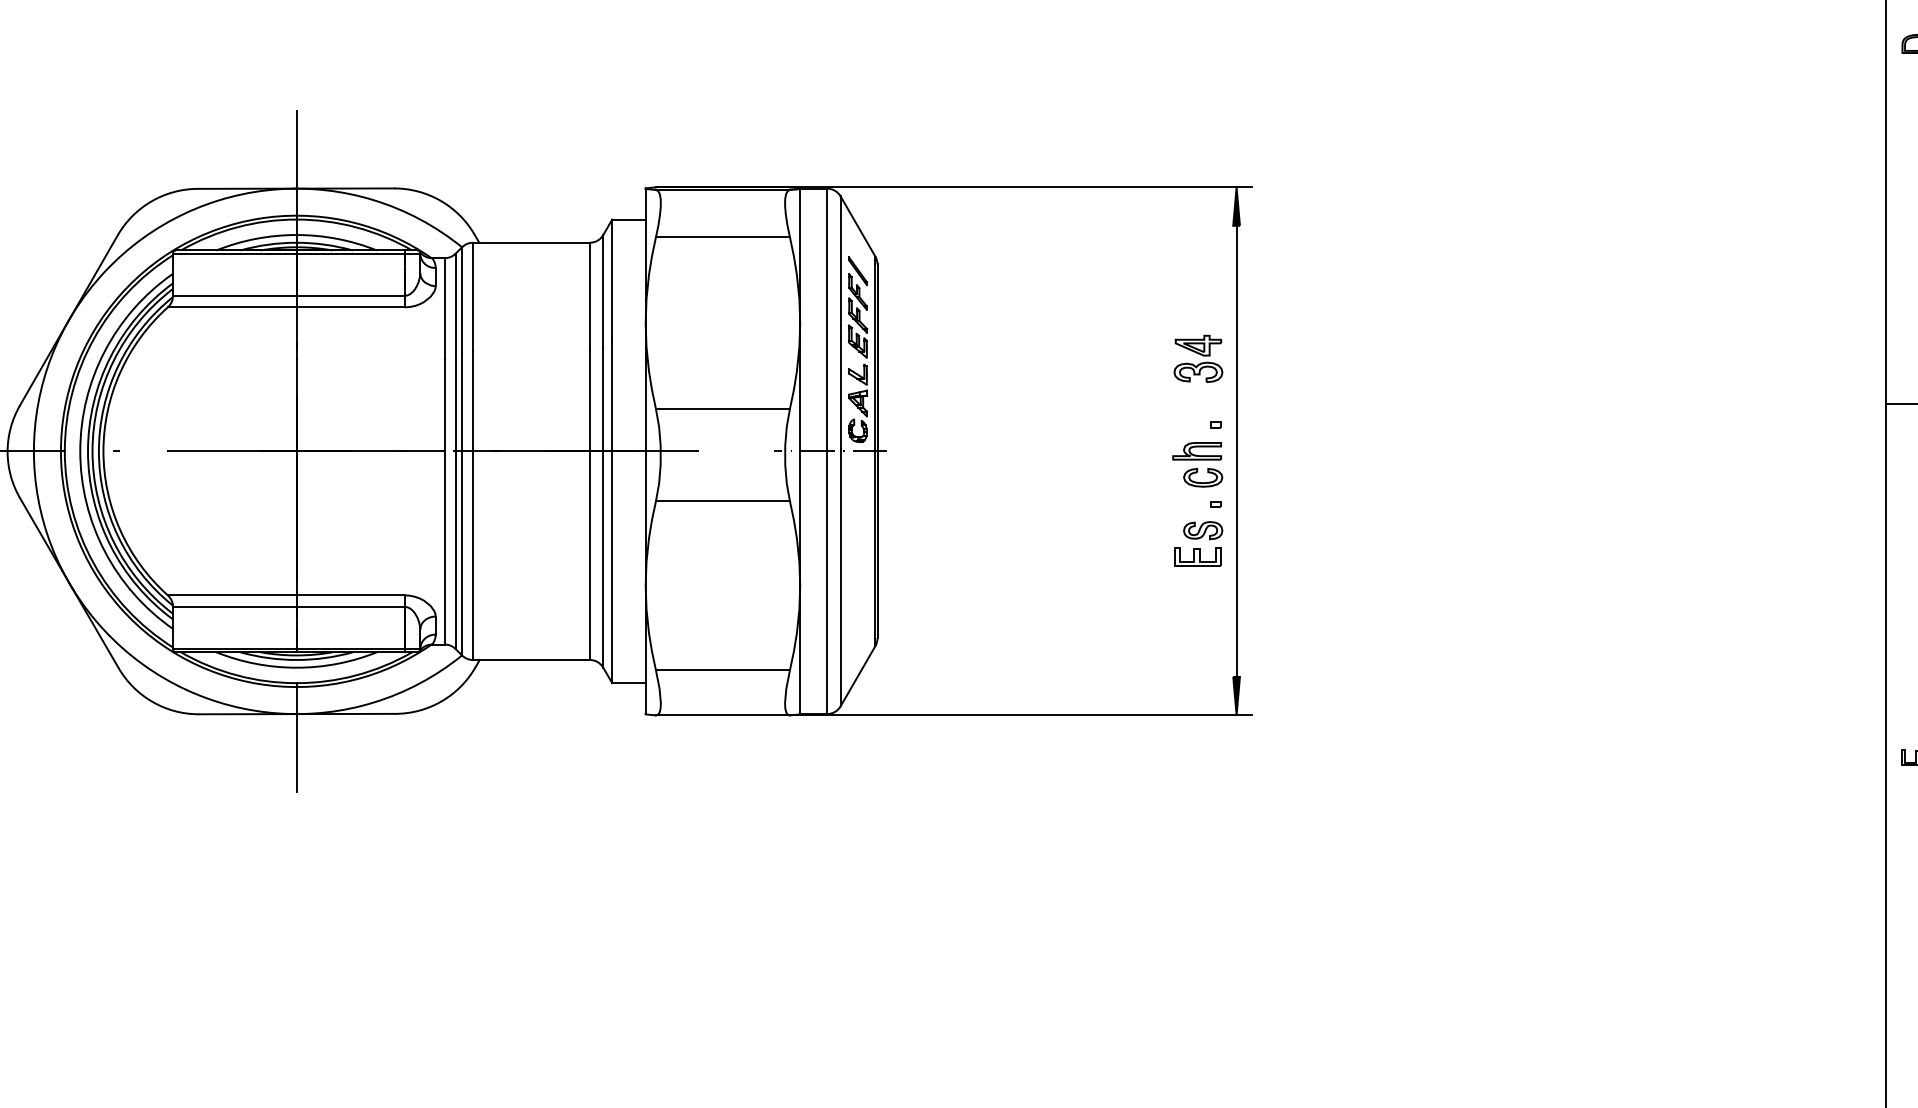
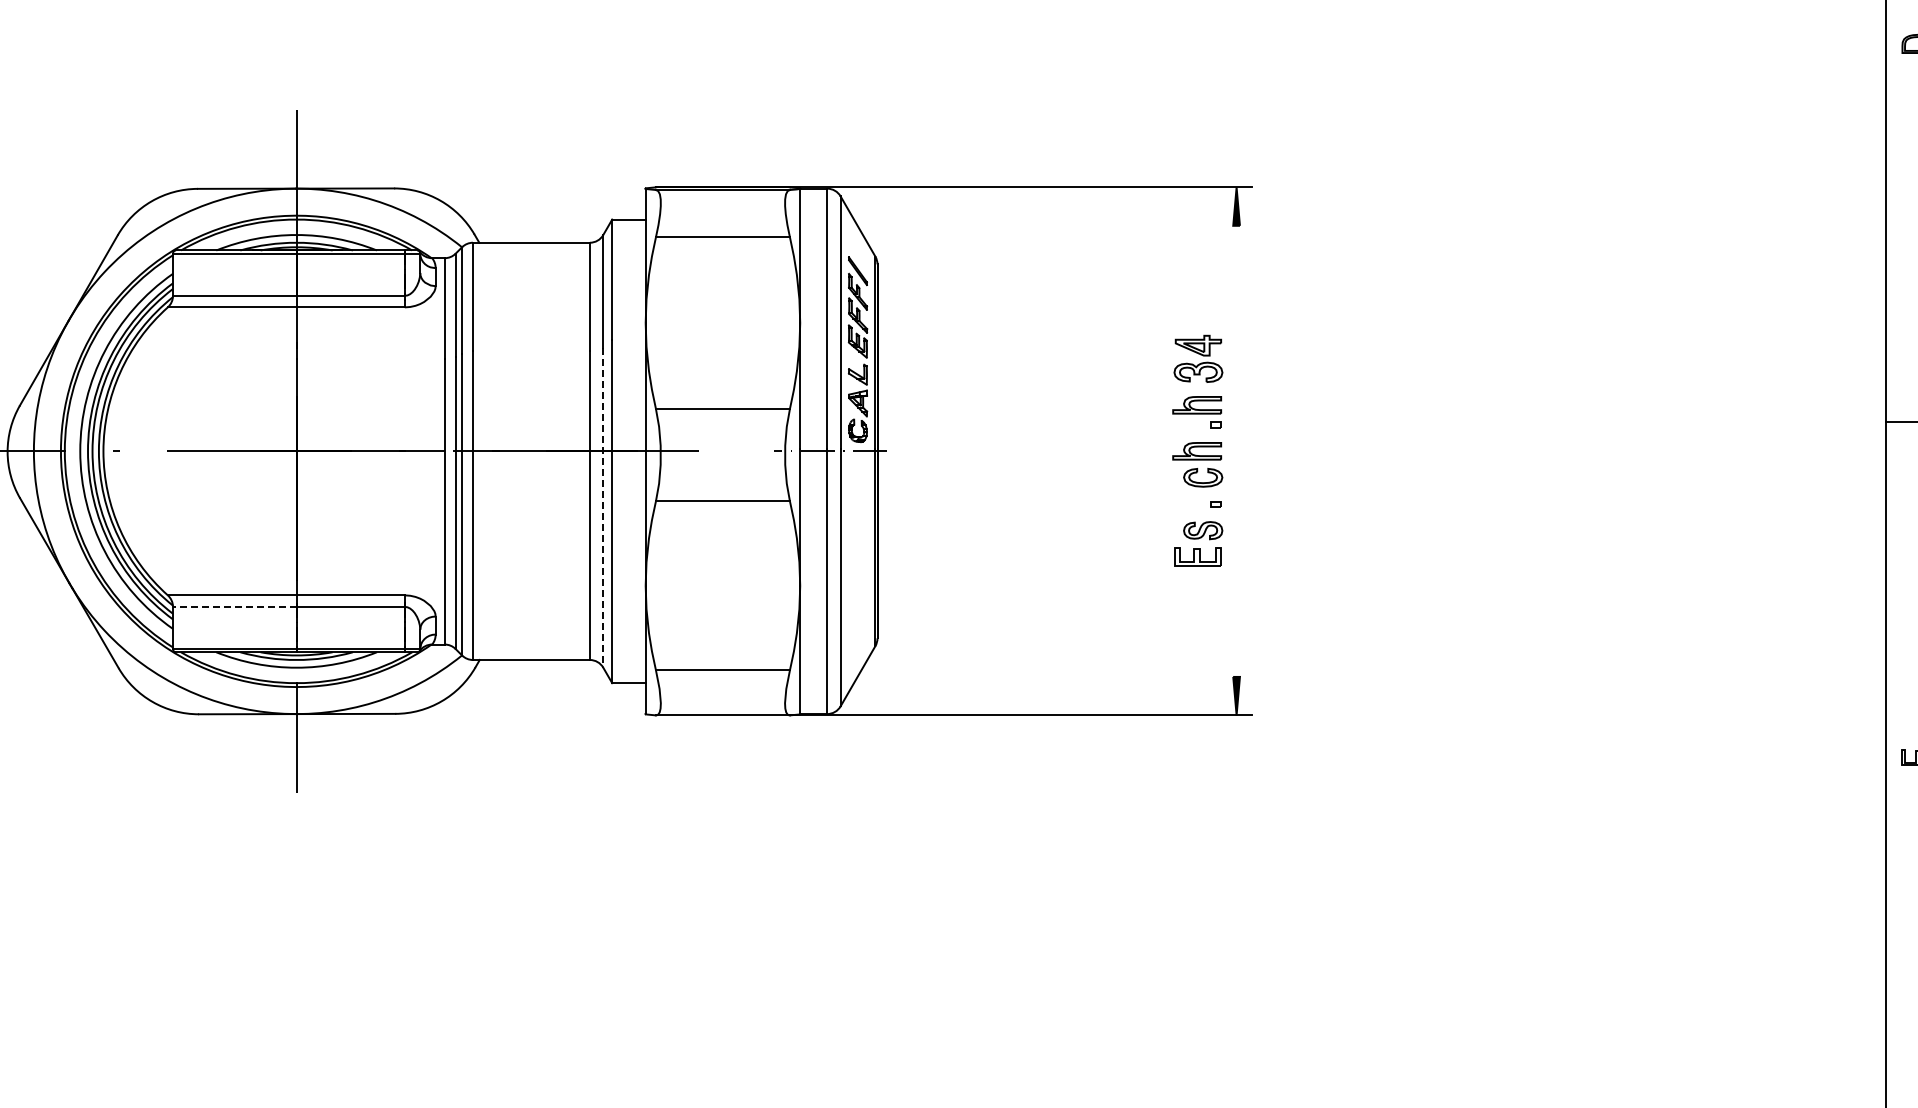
line at (1899, 403) position: (1899, 403) -> (1899, 421)
part at (1196, 405): none -> present
line at (1236, 450): present -> none
line at (603, 508): solid -> dashed
line at (234, 606): solid -> dashed
